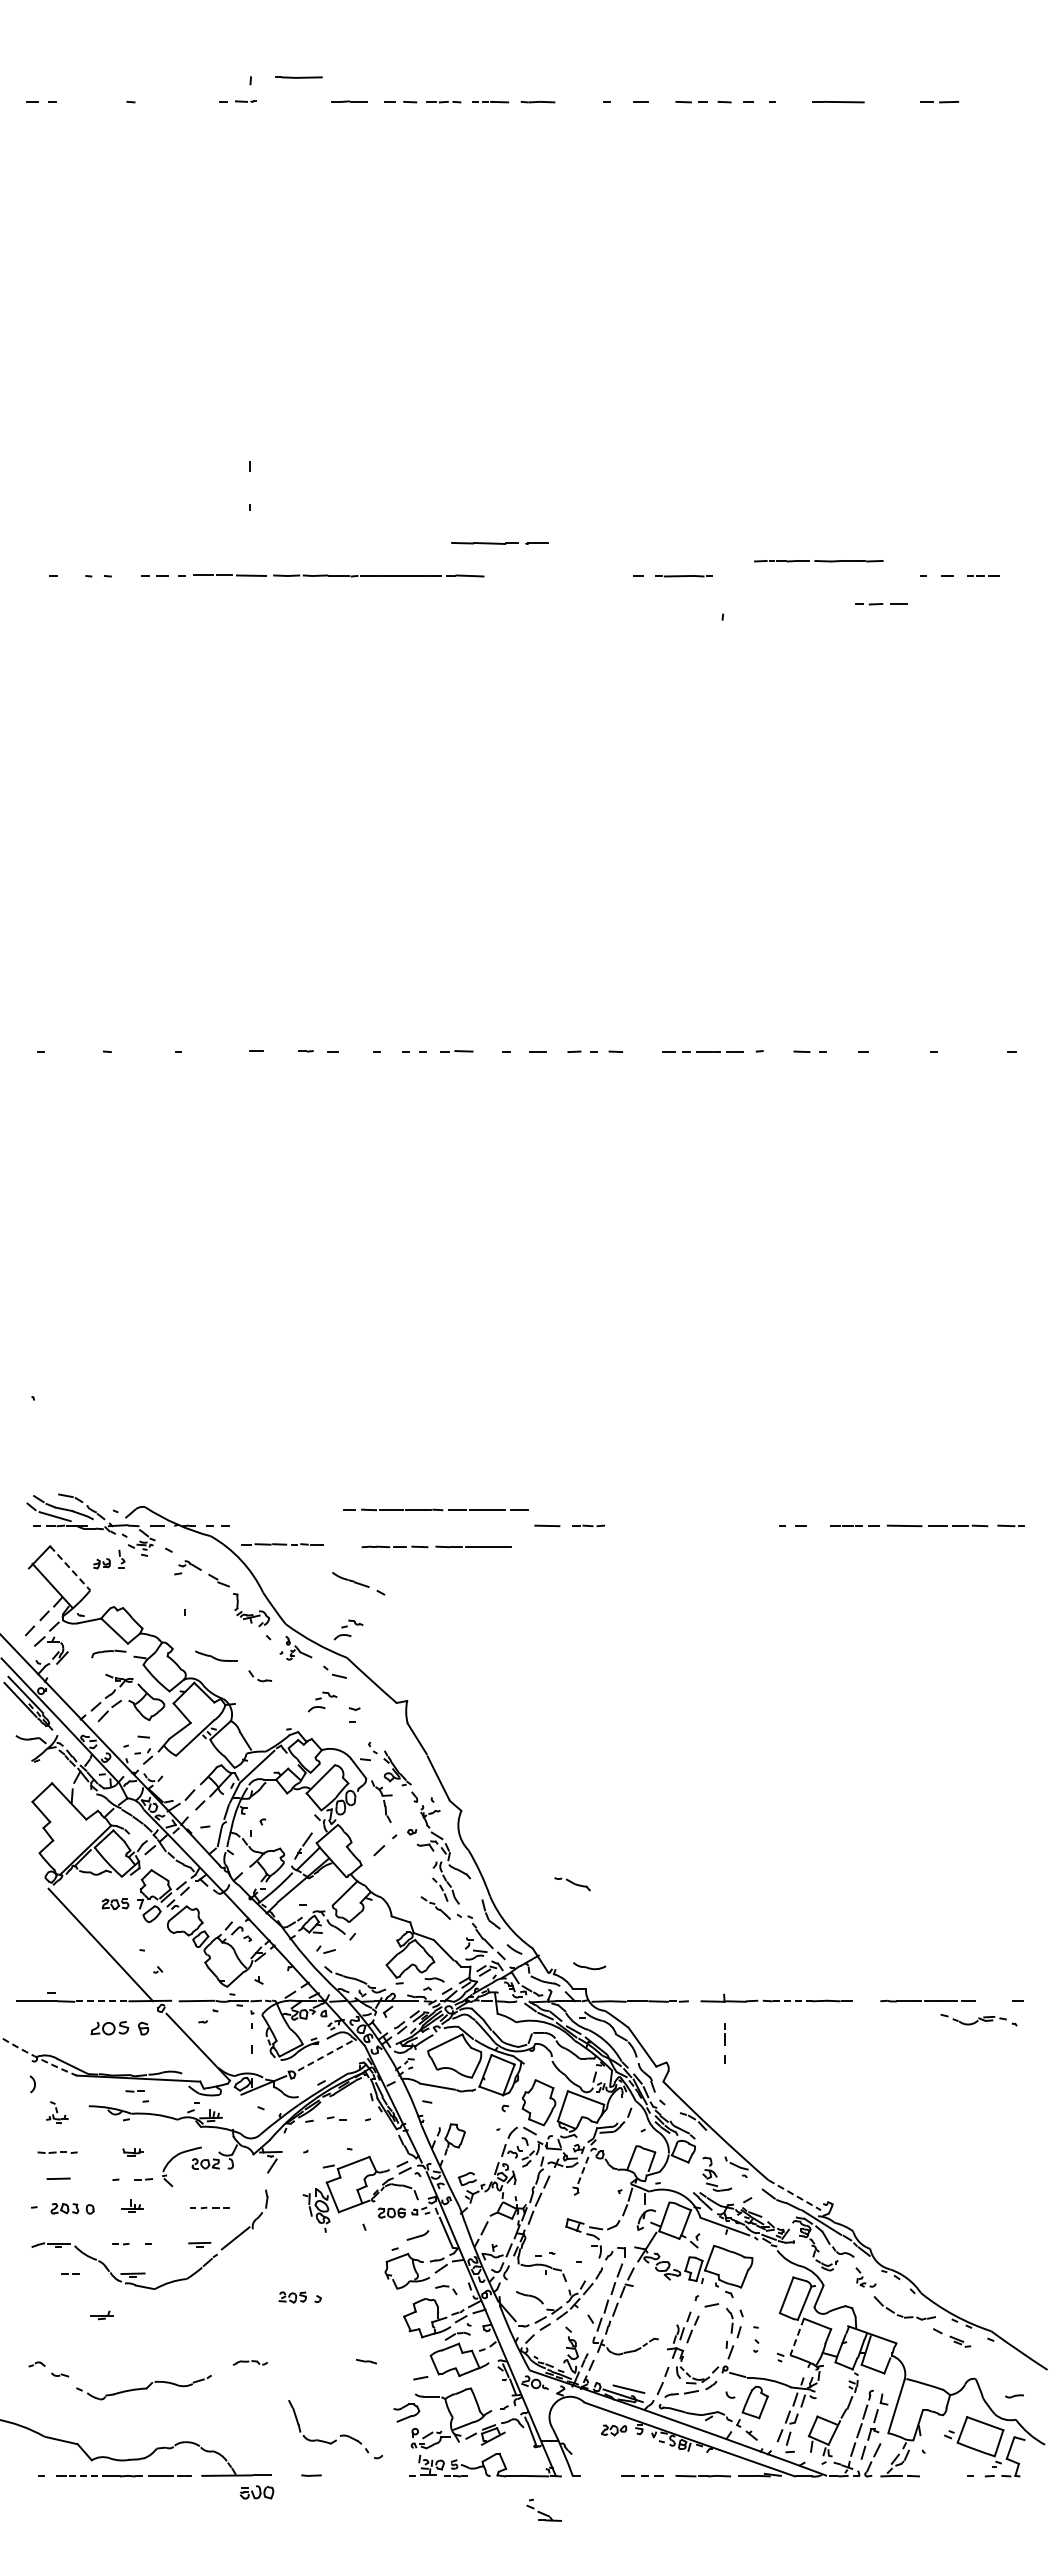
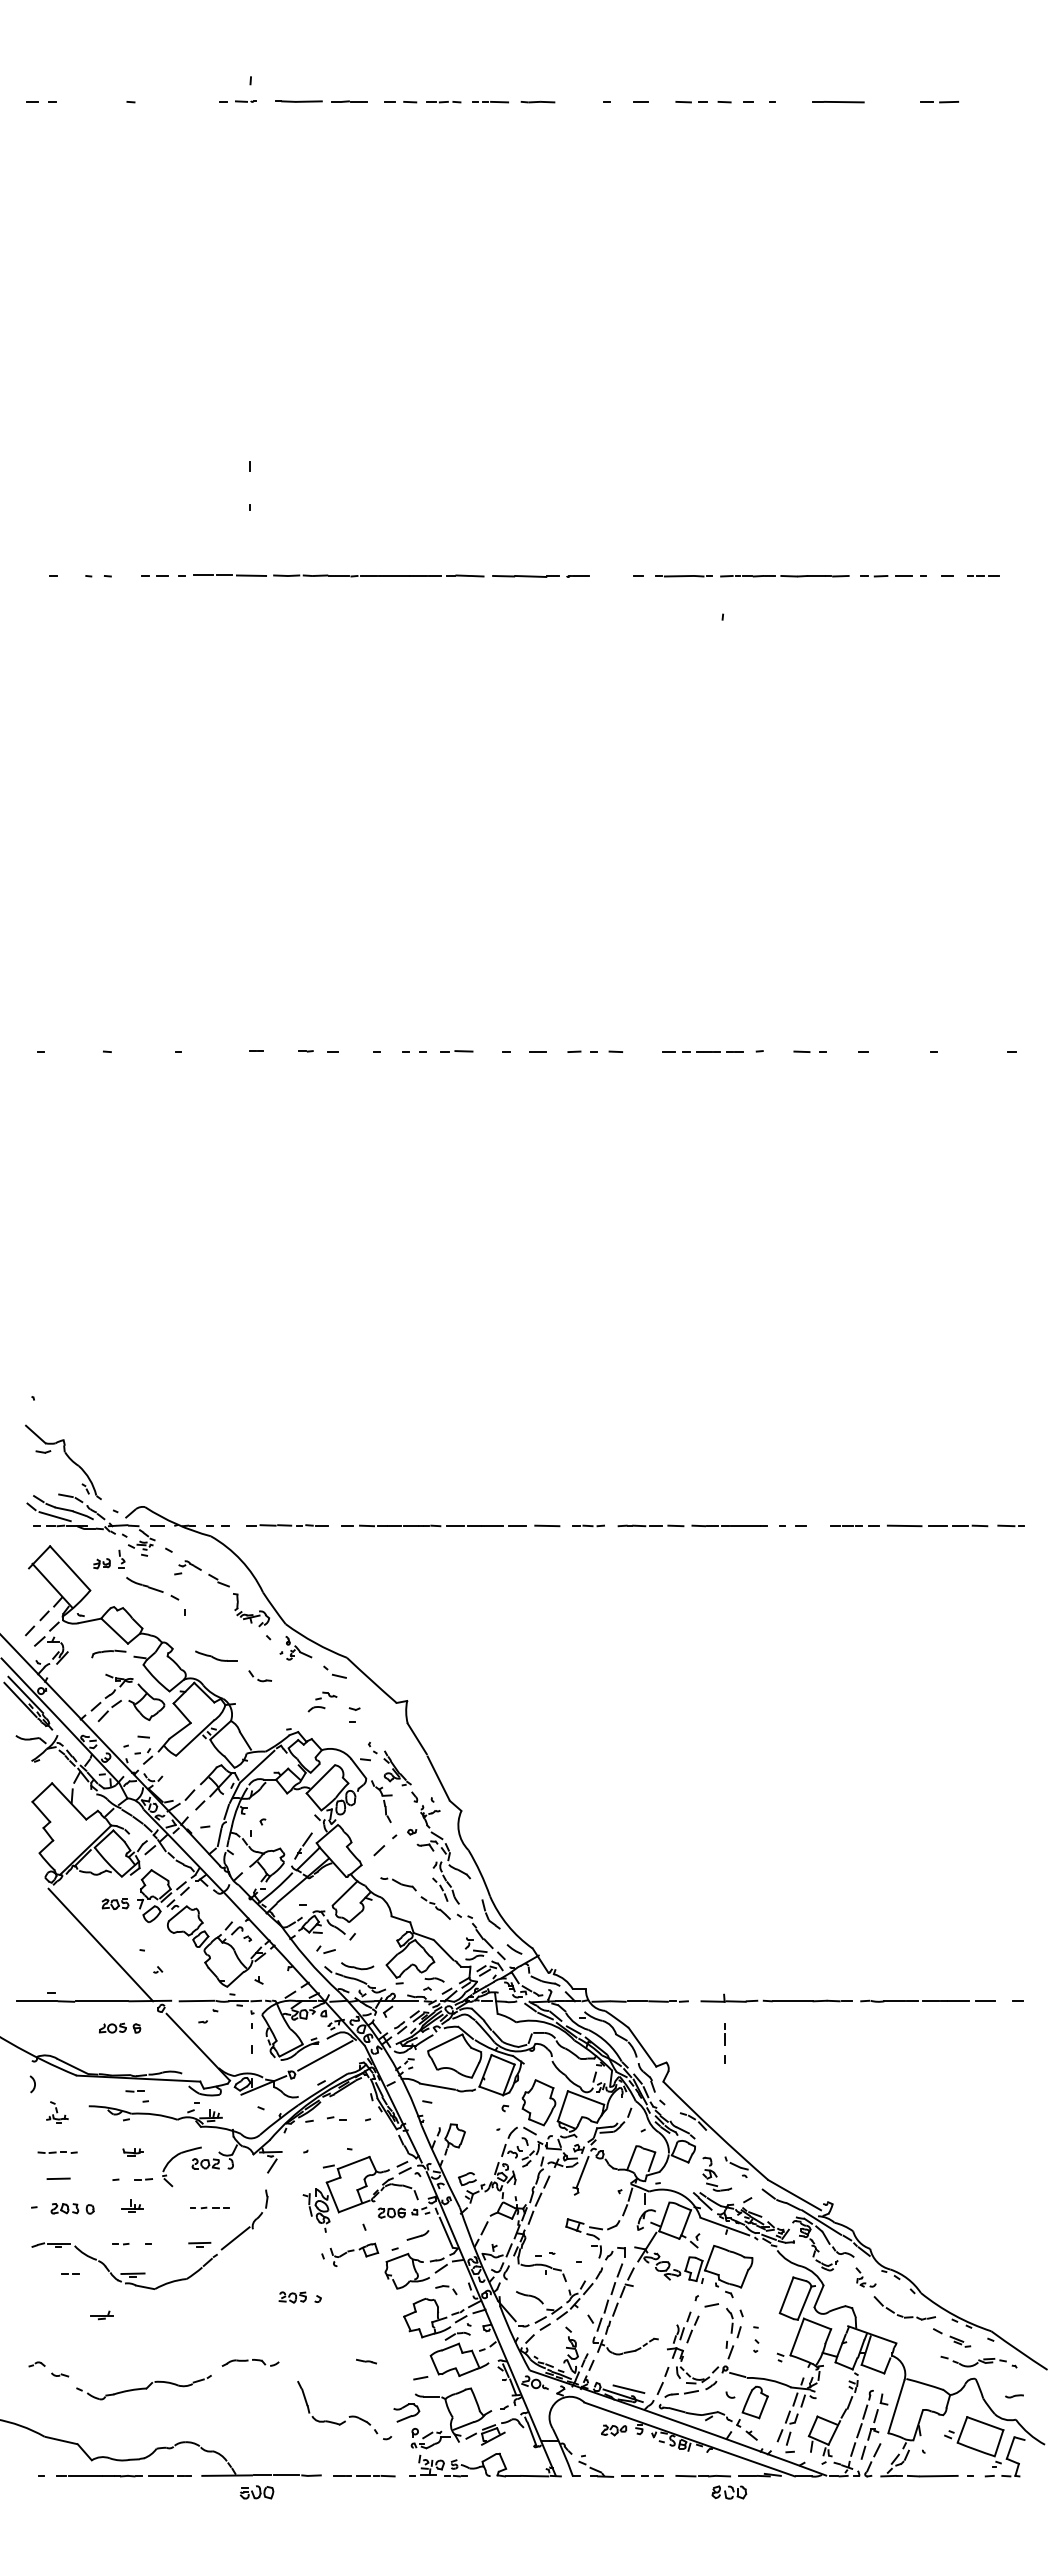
line at (298, 77) position: (298, 77) -> (298, 101)
line at (499, 543) position: (499, 543) -> (540, 576)
line at (818, 561) position: (818, 561) -> (784, 576)
part at (881, 604) position: (881, 604) -> (886, 576)
part at (63, 1461): none -> present
part at (435, 1509) position: (435, 1509) -> (433, 1525)
line at (282, 1544) position: (282, 1544) -> (287, 1525)
part at (436, 1546) position: (436, 1546) -> (692, 1525)
line at (70, 1568): dashed -> solid
part at (358, 1583) position: (358, 1583) -> (152, 1588)
part at (348, 1629): present -> none
part at (572, 1884) position: (572, 1884) -> (398, 1884)
part at (589, 1966) position: (589, 1966) -> (357, 1966)
line at (102, 2001): dashed -> solid
line at (792, 2001): dashed -> solid
part at (927, 2001) size: 96x3 px -> 136x4 px
part at (978, 2019) position: (978, 2019) -> (978, 2361)
part at (119, 2028) size: 60x15 px -> 43x12 px
line at (325, 2055): dashed -> solid
arc at (38, 2058): dashed -> solid
line at (582, 2172): dashed -> solid
line at (795, 2195): dashed -> solid
part at (350, 2254): none -> present
line at (797, 2337): dashed -> solid
part at (249, 2362) size: 36x6 px -> 59x8 px
part at (339, 2435) position: (339, 2435) -> (348, 2416)
line at (285, 2475): none -> present
line at (938, 2475): none -> present
line at (85, 2476): dashed -> solid
line at (364, 2476): none -> present
part at (729, 2492): none -> present
part at (543, 2509) position: (543, 2509) -> (595, 2465)
